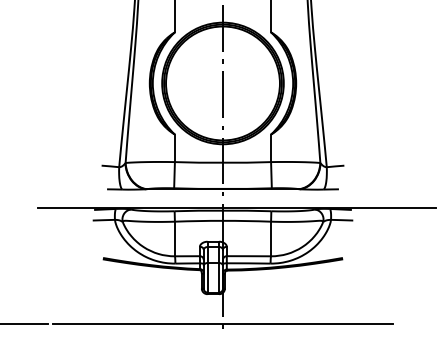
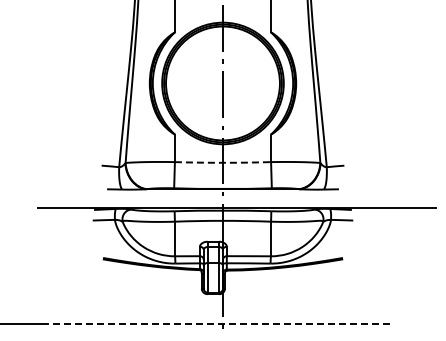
arc at (222, 162): solid -> dashed
line at (223, 323): solid -> dashed
